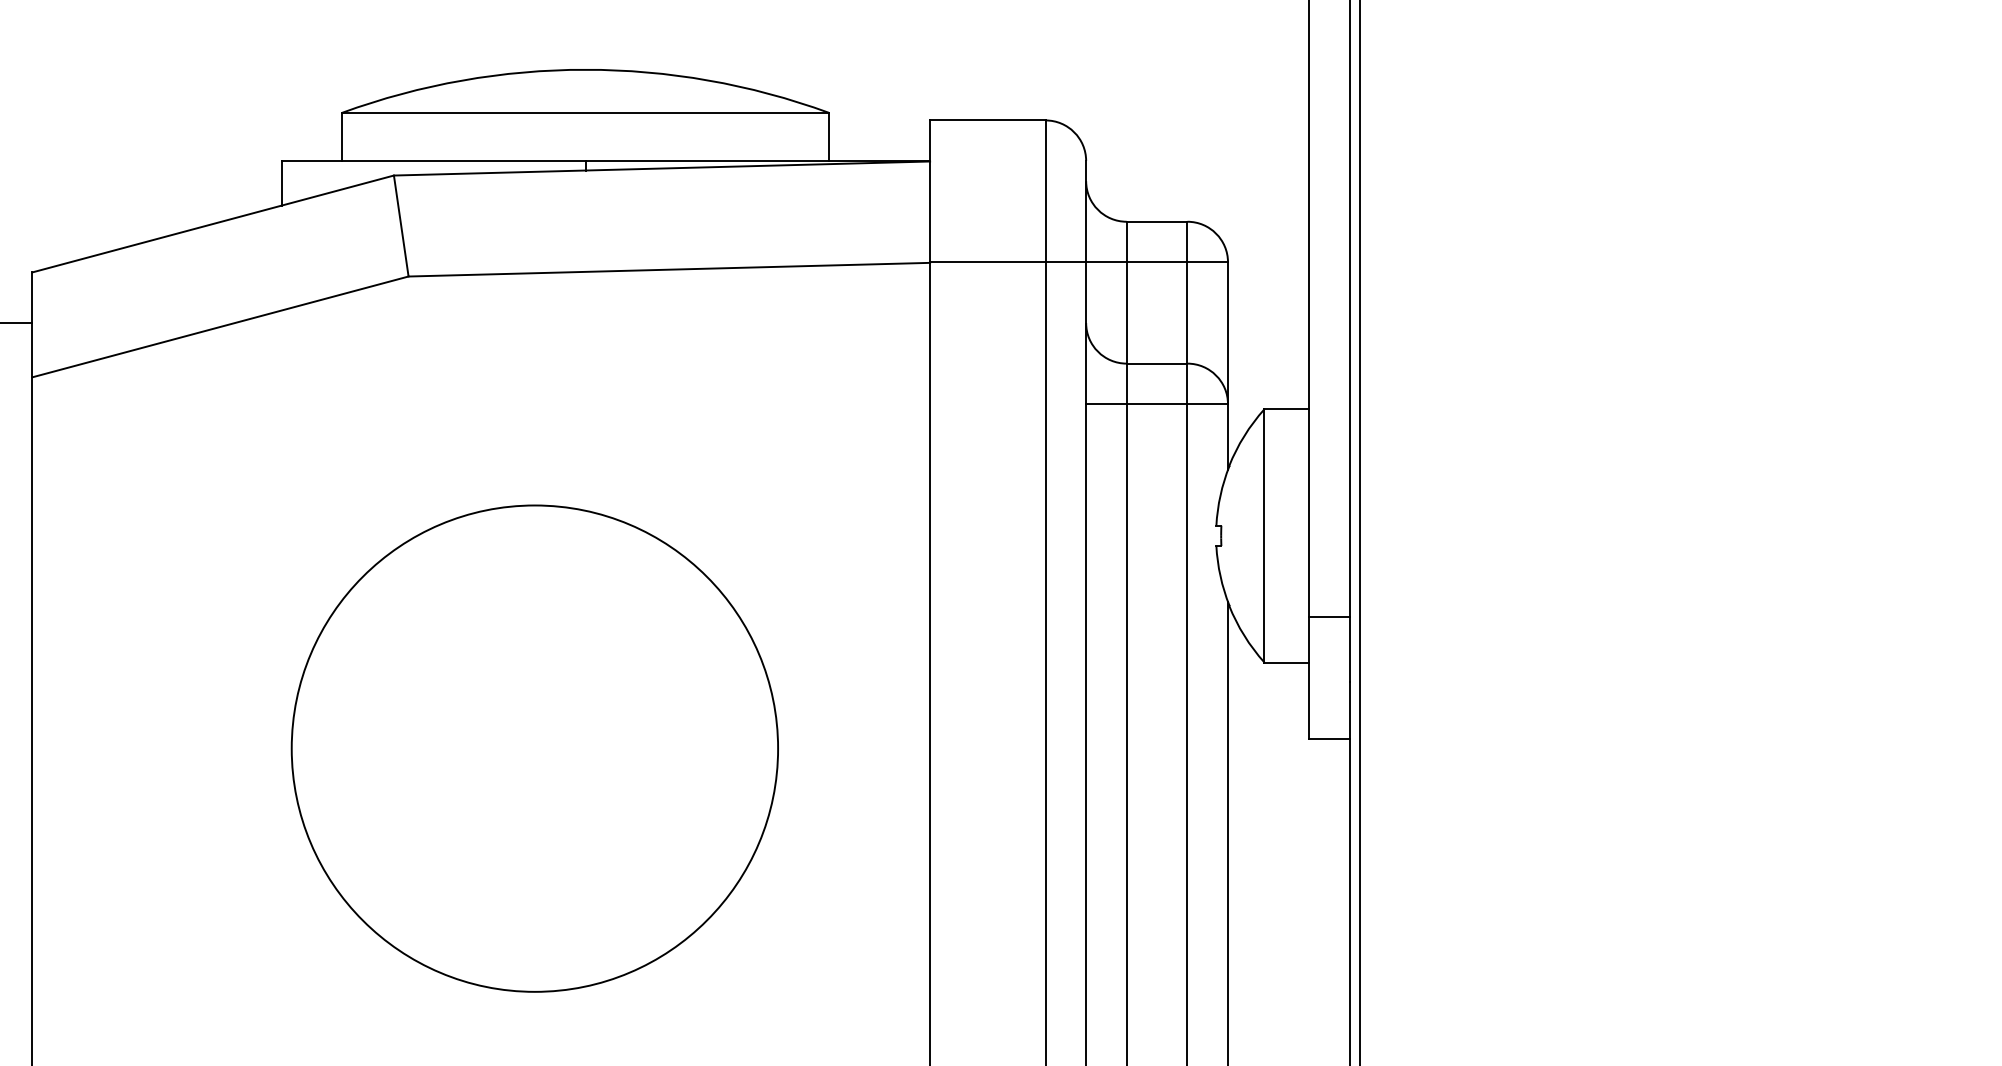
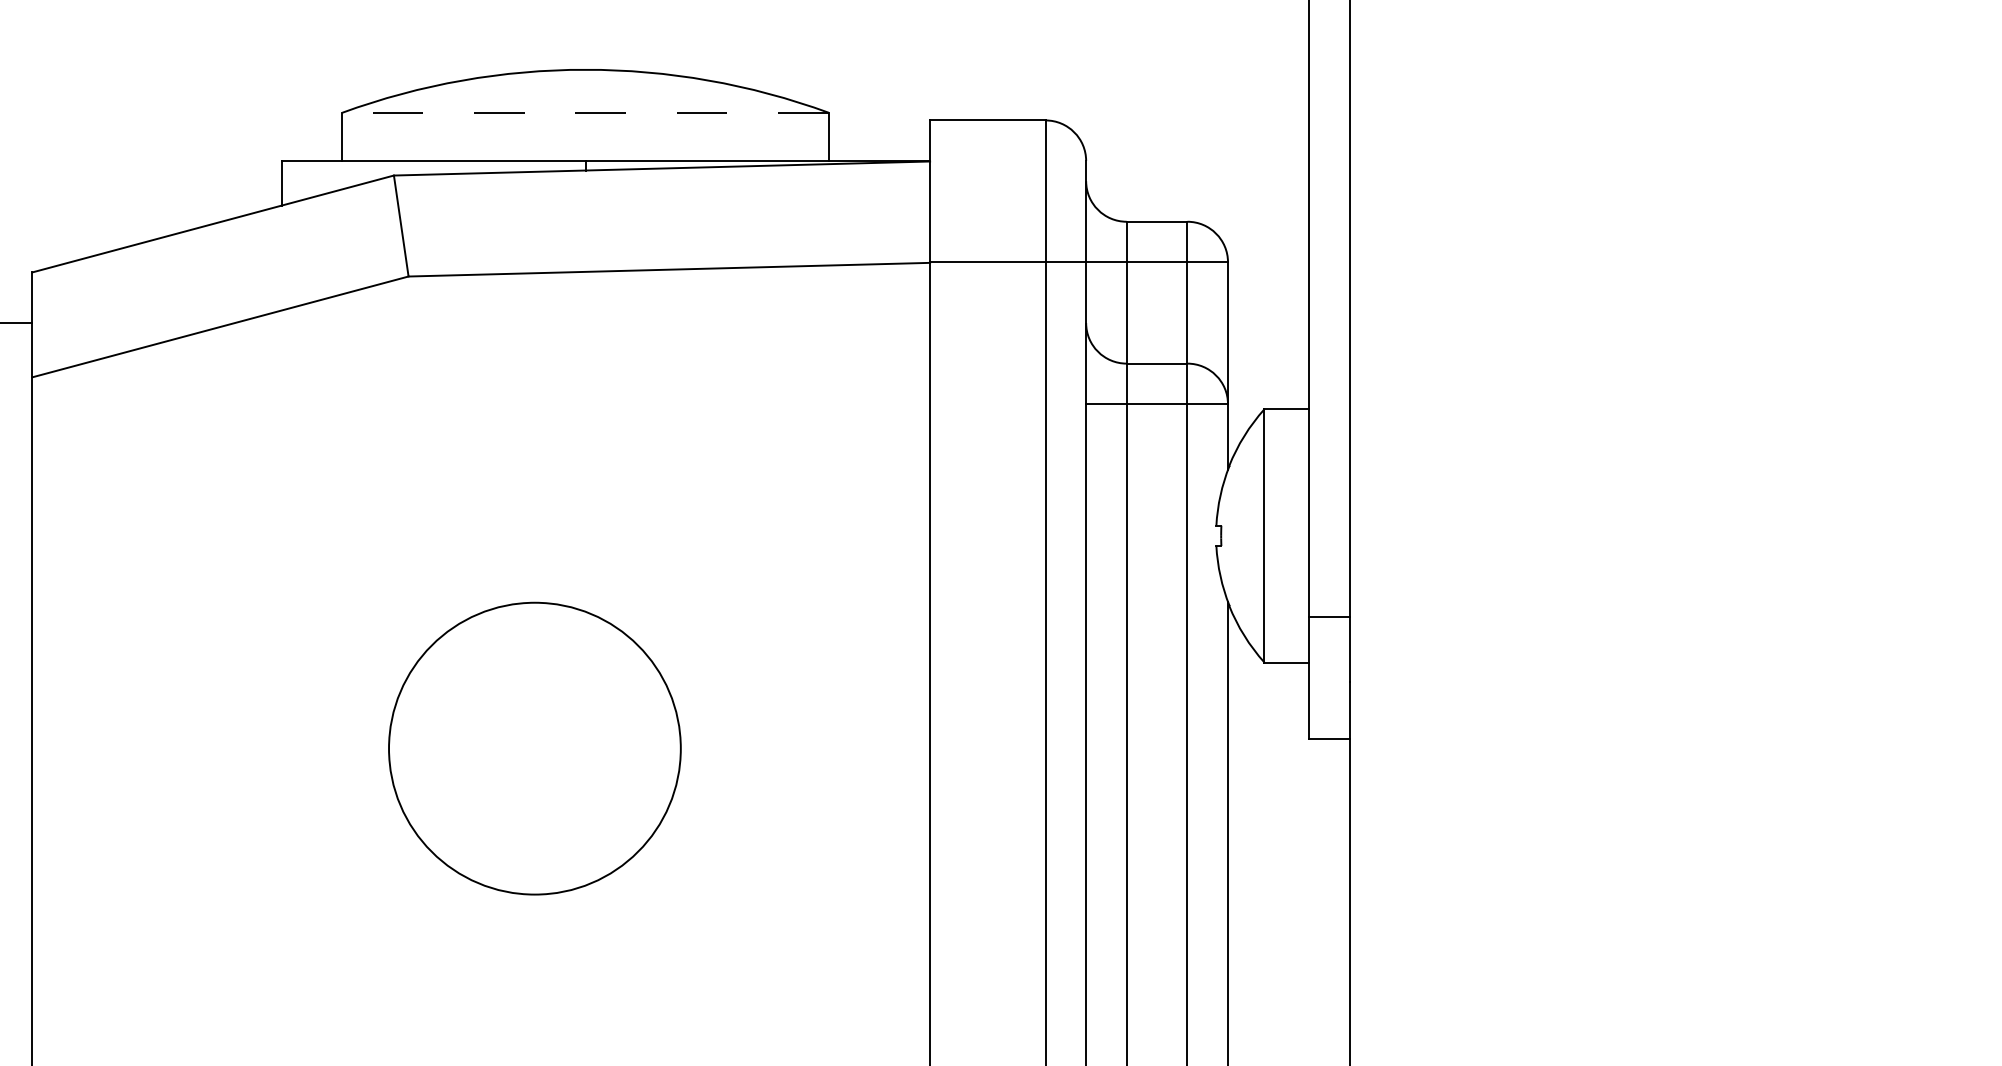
line at (585, 112): solid -> dashed
line at (1359, 532): present -> none
circle at (534, 748) diameter: 486 px -> 292 px
